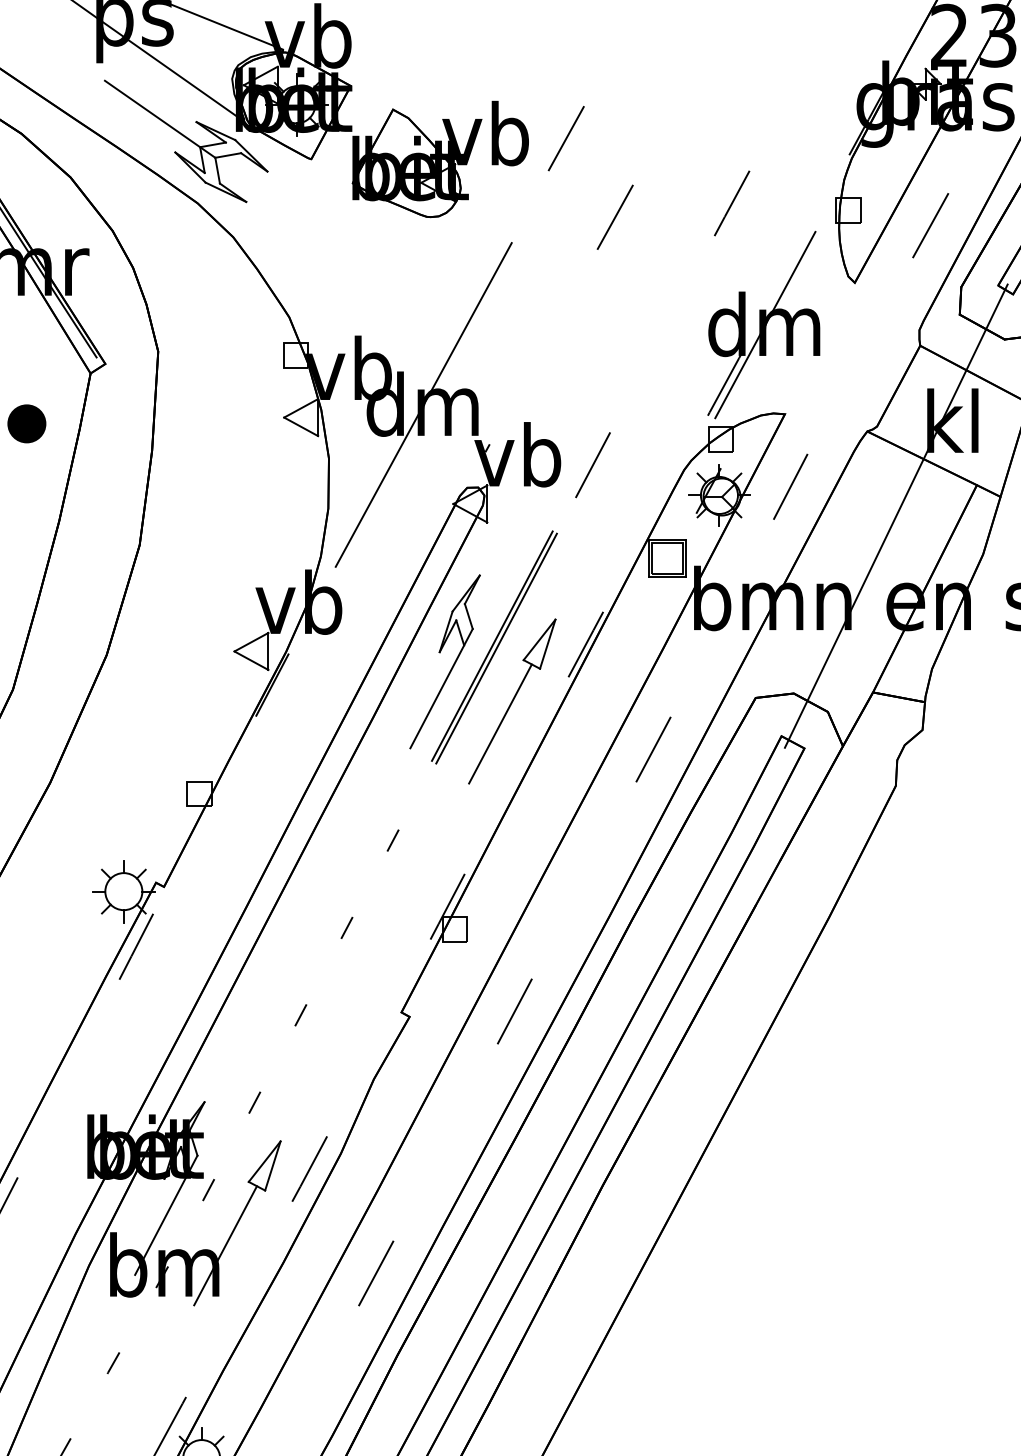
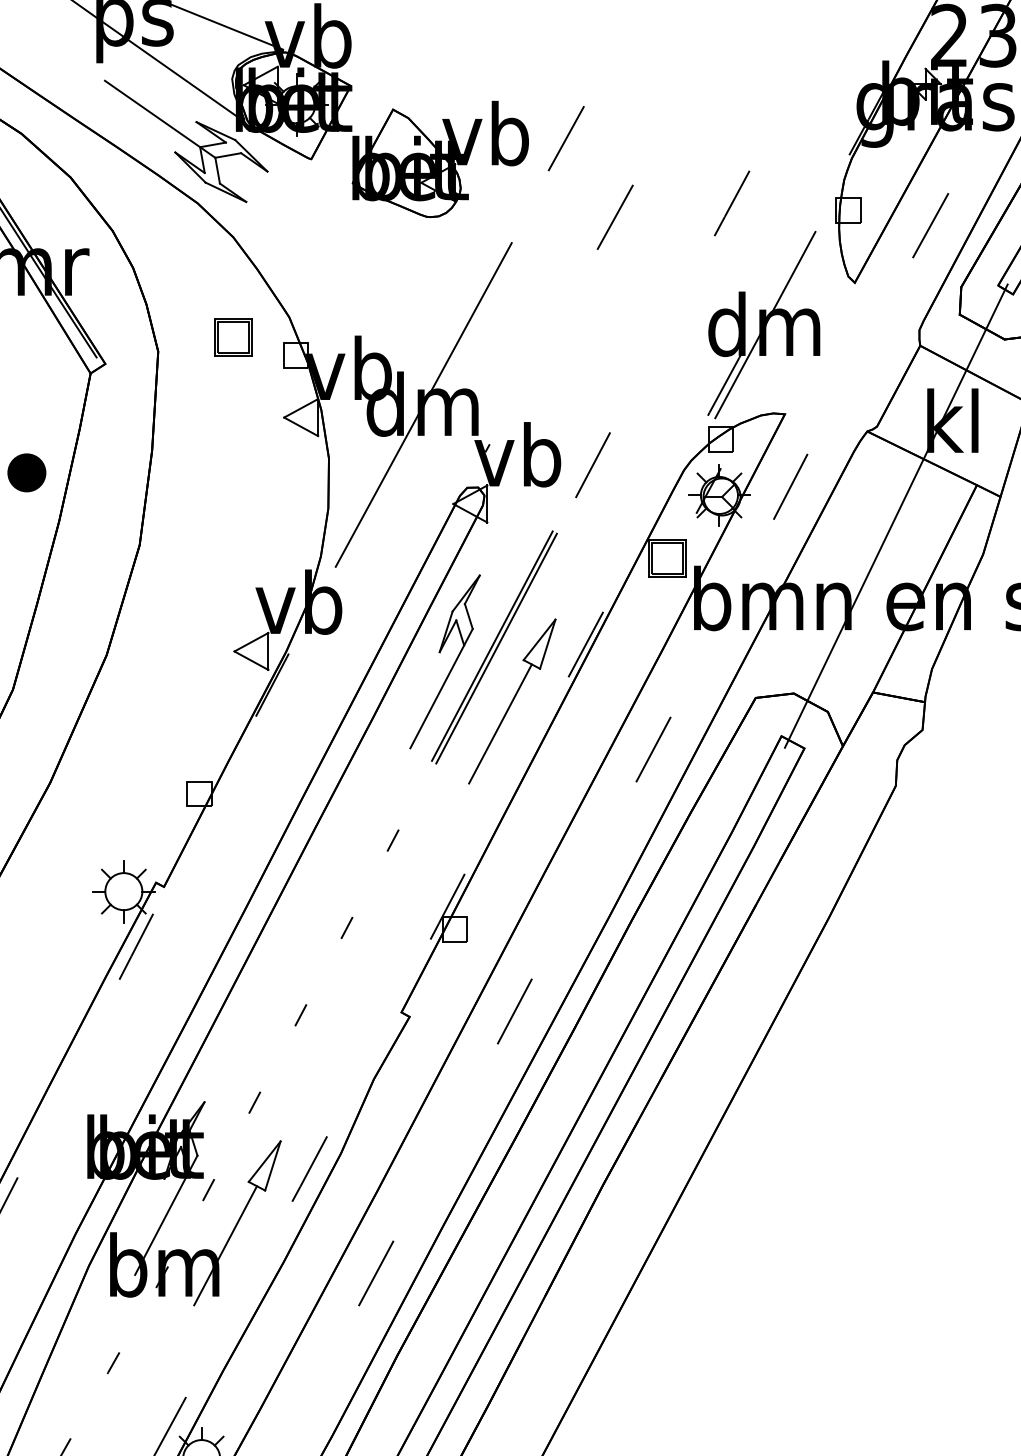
part at (233, 337): none -> present
part at (26, 423) position: (26, 423) -> (26, 472)
